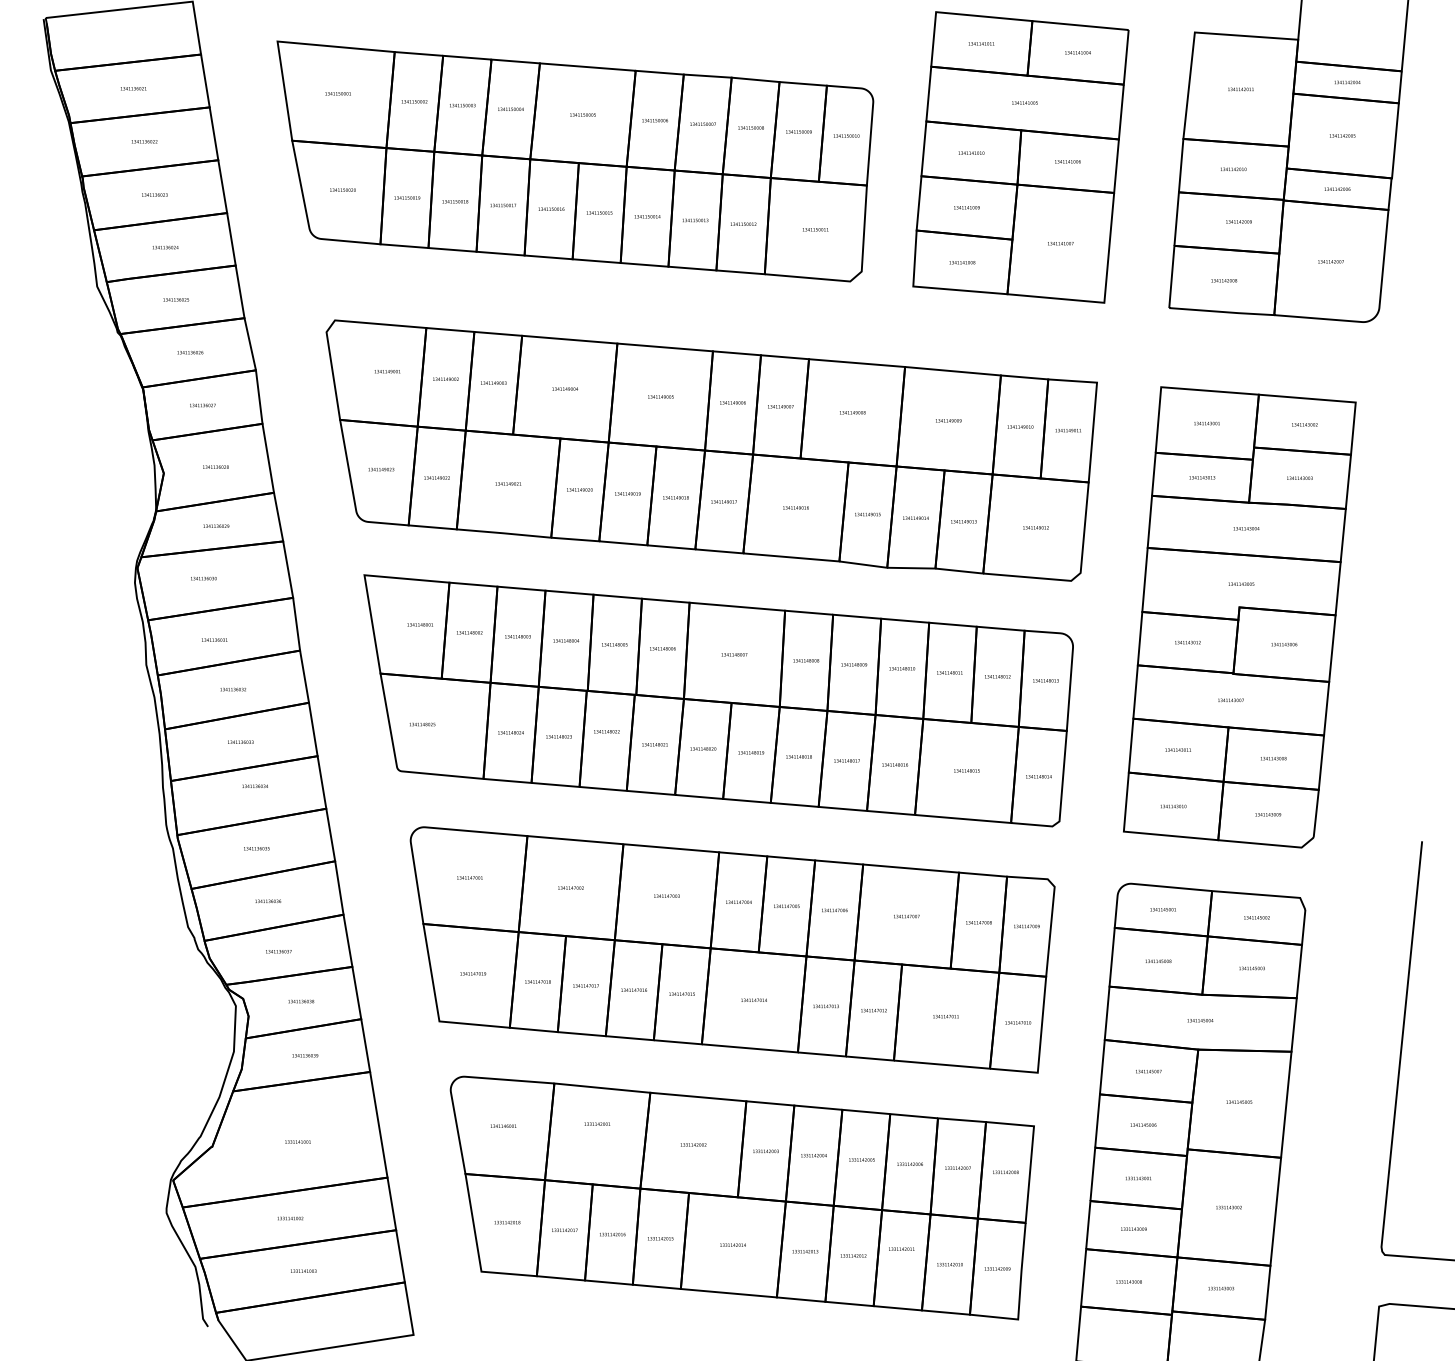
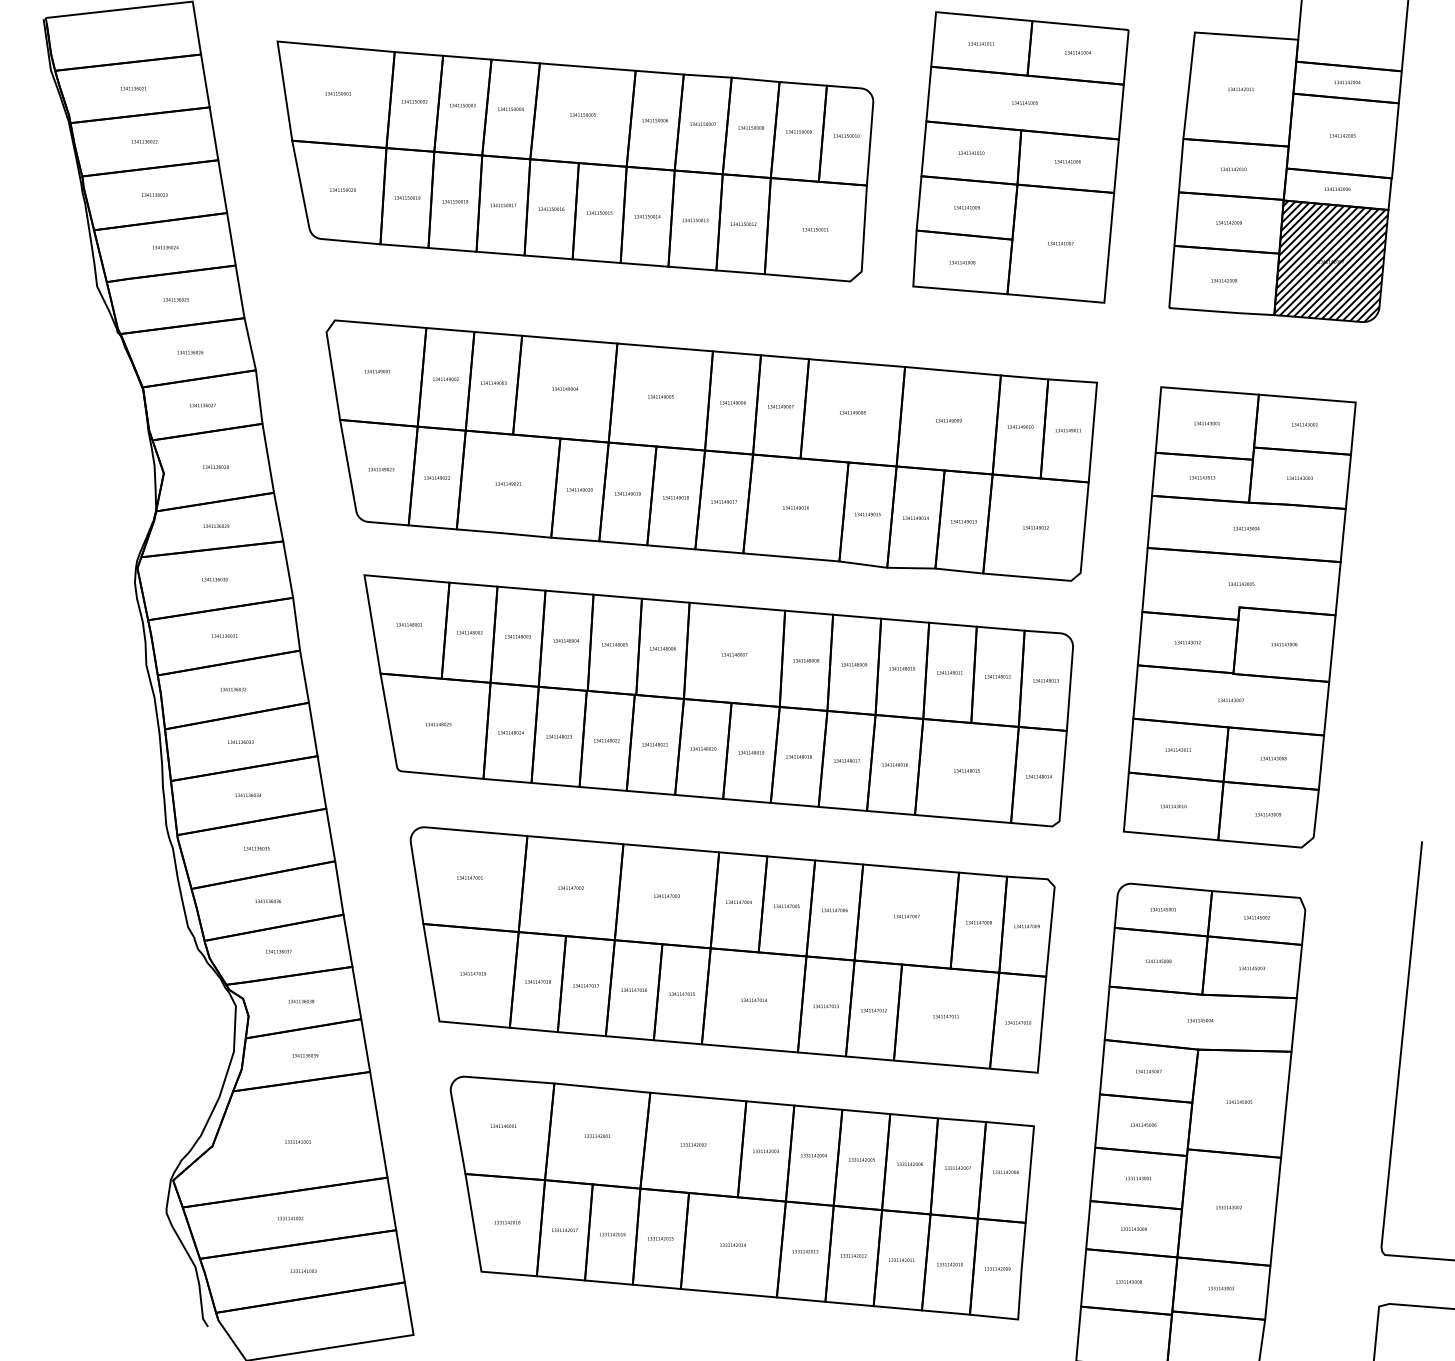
text at (1238, 221) position: (1238, 221) -> (1228, 222)
hatch at (1331, 261): none -> present
text at (387, 371) position: (387, 371) -> (377, 371)
text at (203, 578) position: (203, 578) -> (214, 579)
text at (419, 624) position: (419, 624) -> (408, 624)
text at (214, 639) position: (214, 639) -> (224, 635)
text at (422, 724) position: (422, 724) -> (438, 724)
text at (606, 731) position: (606, 731) -> (606, 740)
text at (254, 785) position: (254, 785) -> (247, 794)
text at (597, 1123) position: (597, 1123) -> (597, 1135)
text at (901, 1248) position: (901, 1248) -> (901, 1259)
